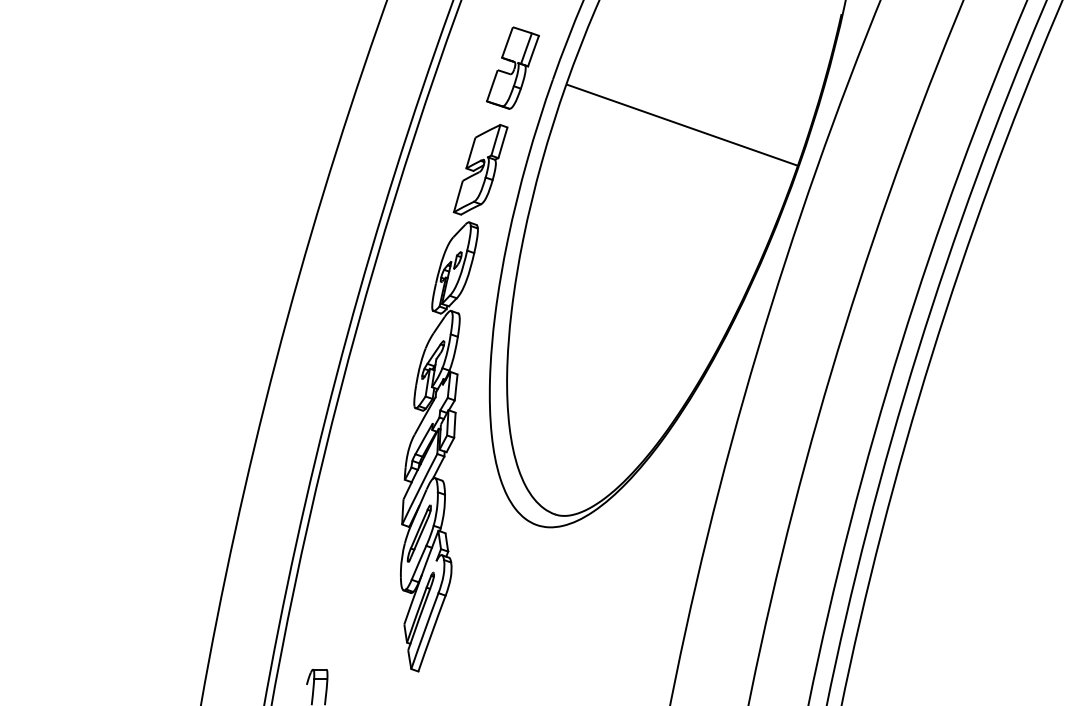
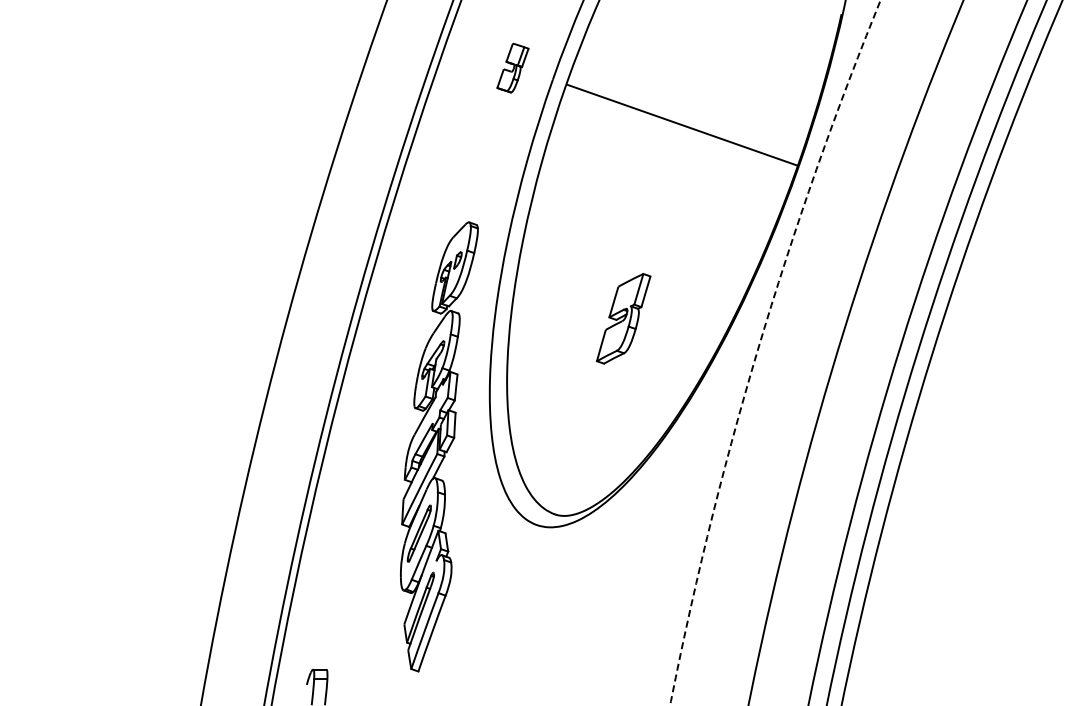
part at (512, 67) size: 54x84 px -> 34x52 px
part at (480, 169) position: (480, 169) -> (623, 318)
circle at (775, 352): solid -> dashed
